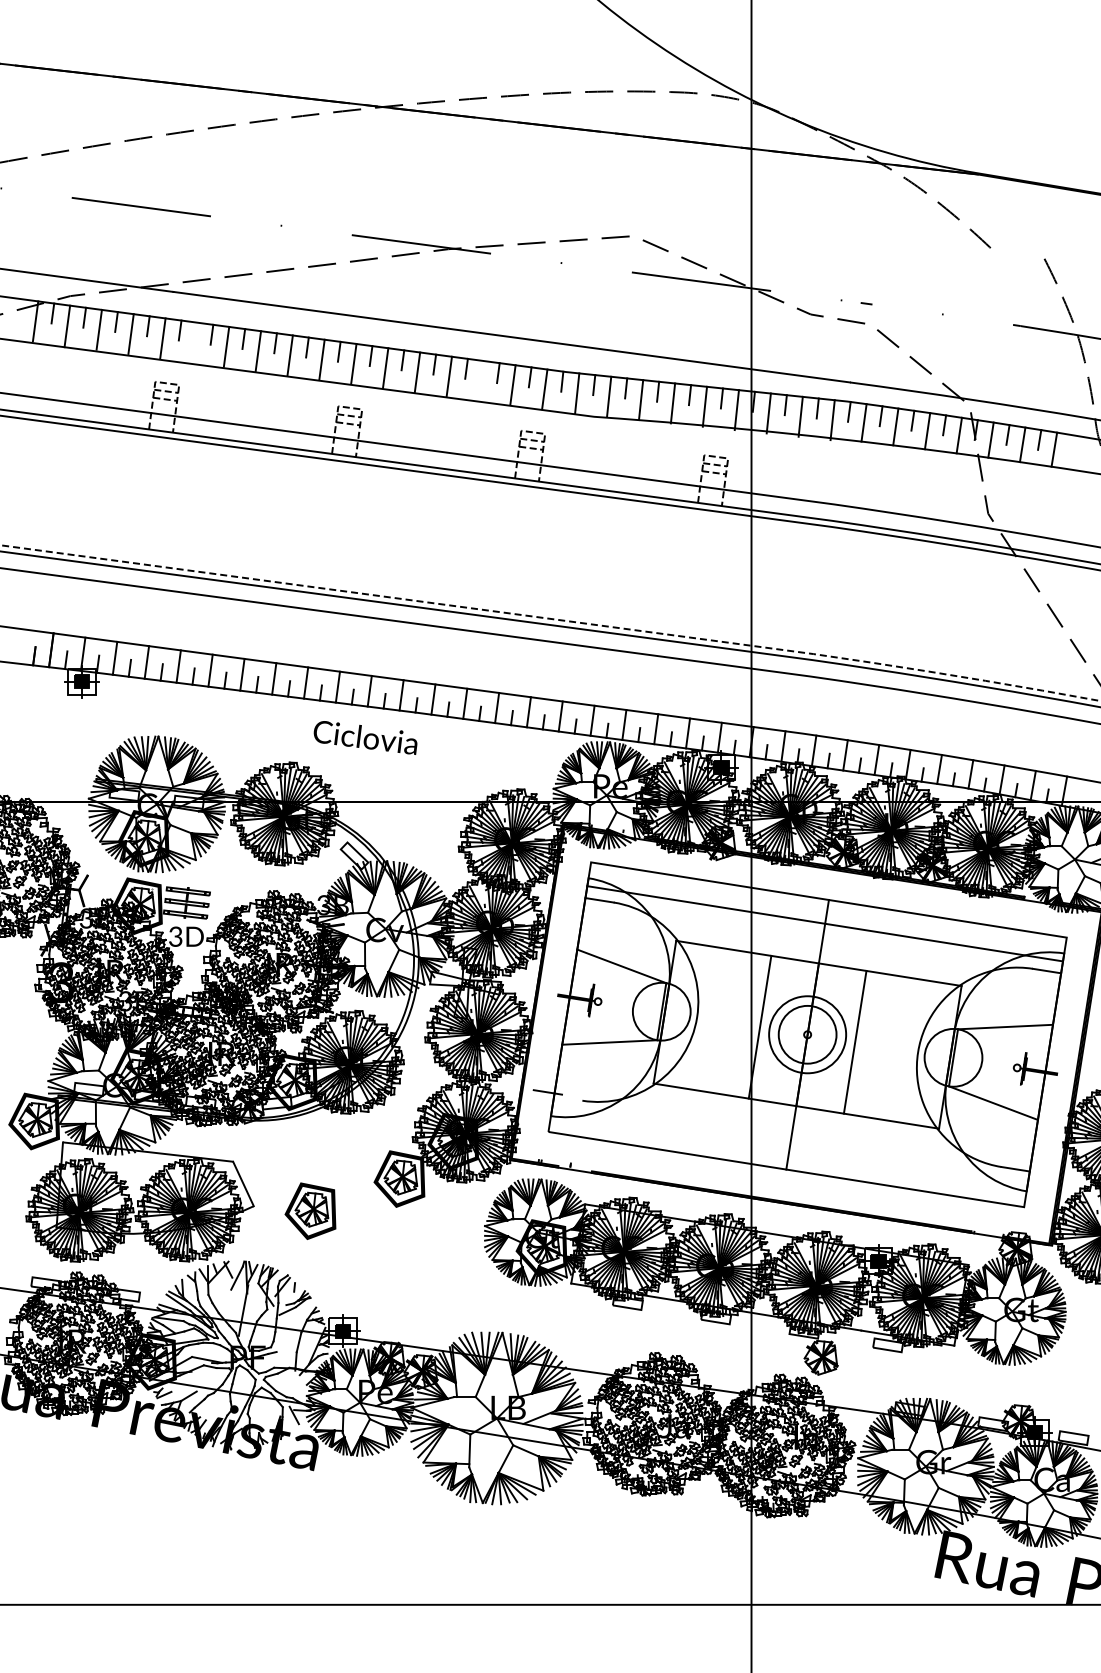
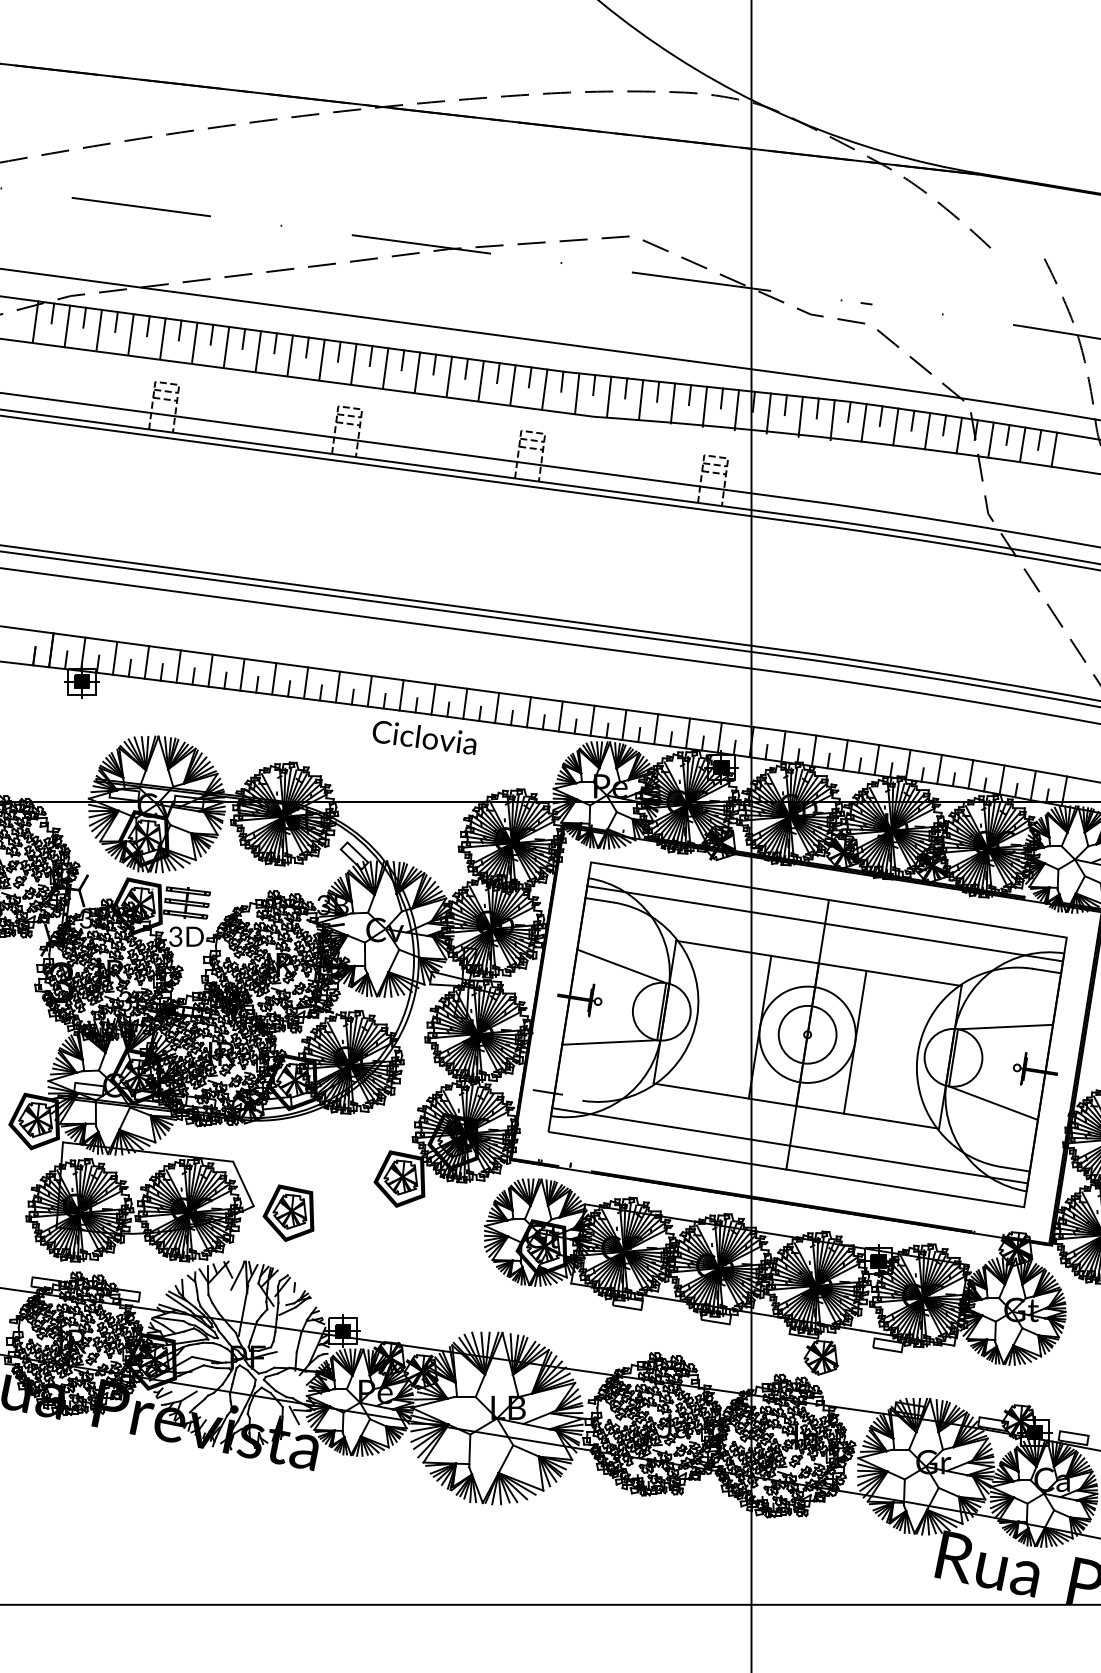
line at (194, 342): none -> present
line at (480, 380): none -> present
line at (555, 619): dashed -> solid
text at (365, 737) position: (365, 737) -> (424, 737)
circle at (807, 1034) diameter: 77 px -> 96 px
line at (789, 1145): none -> present
part at (310, 1210) position: (310, 1210) -> (288, 1212)
